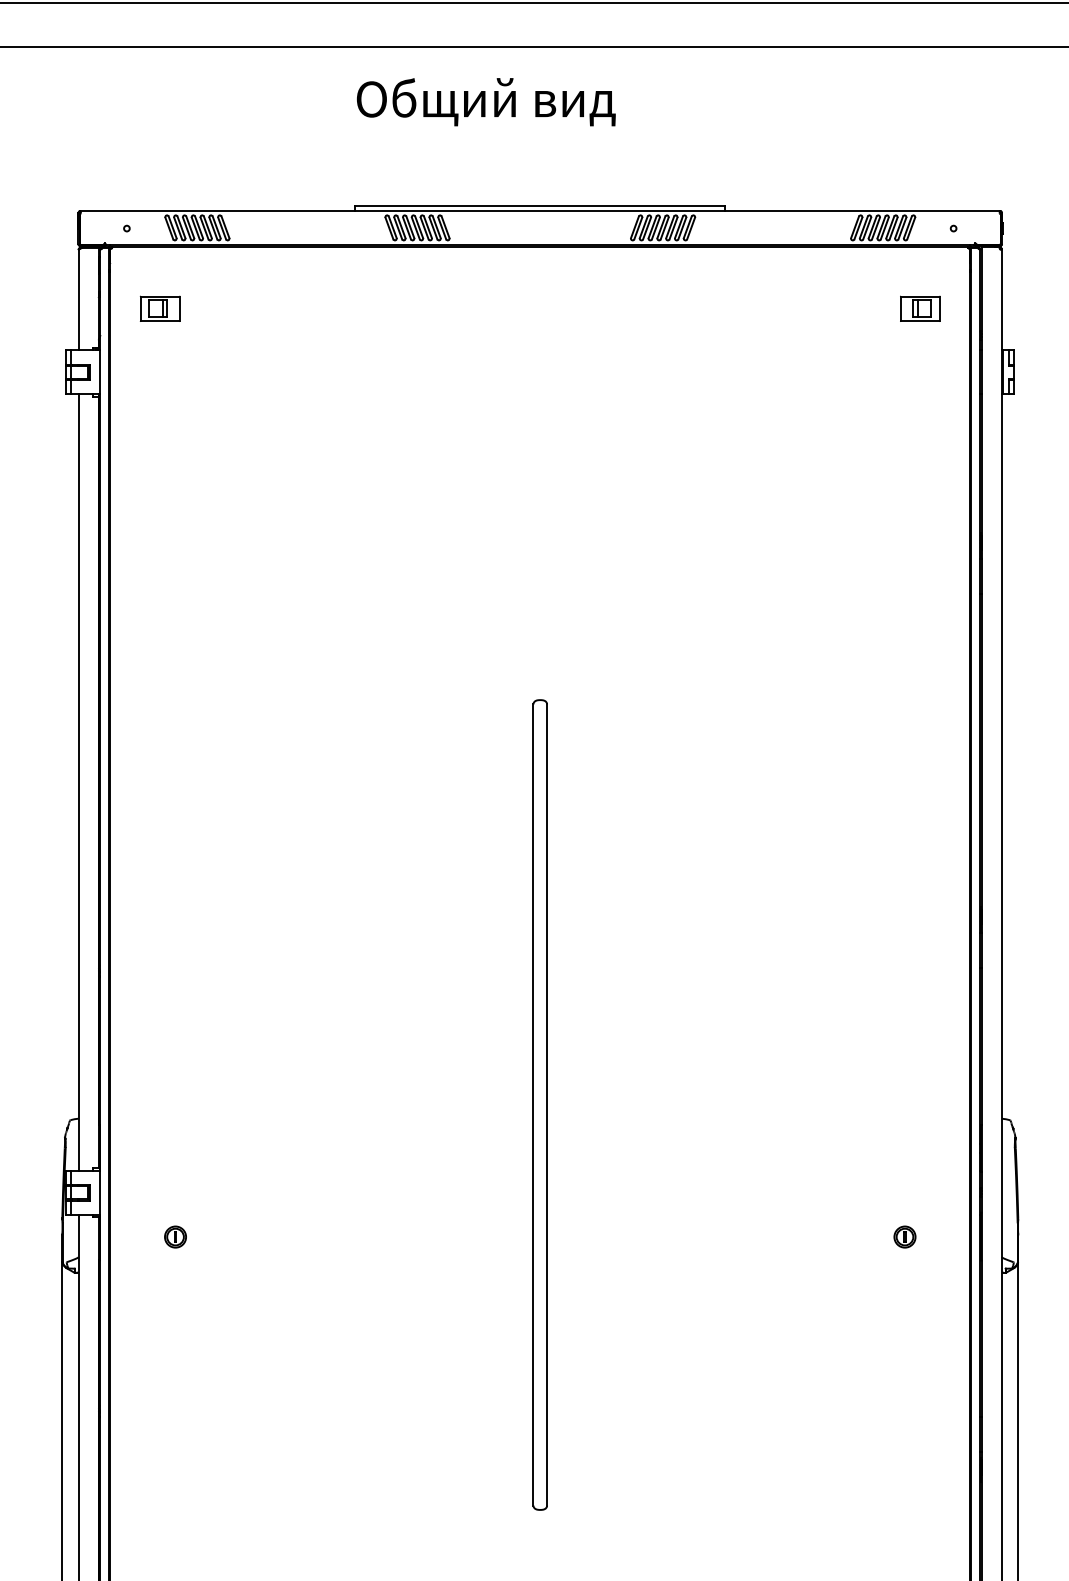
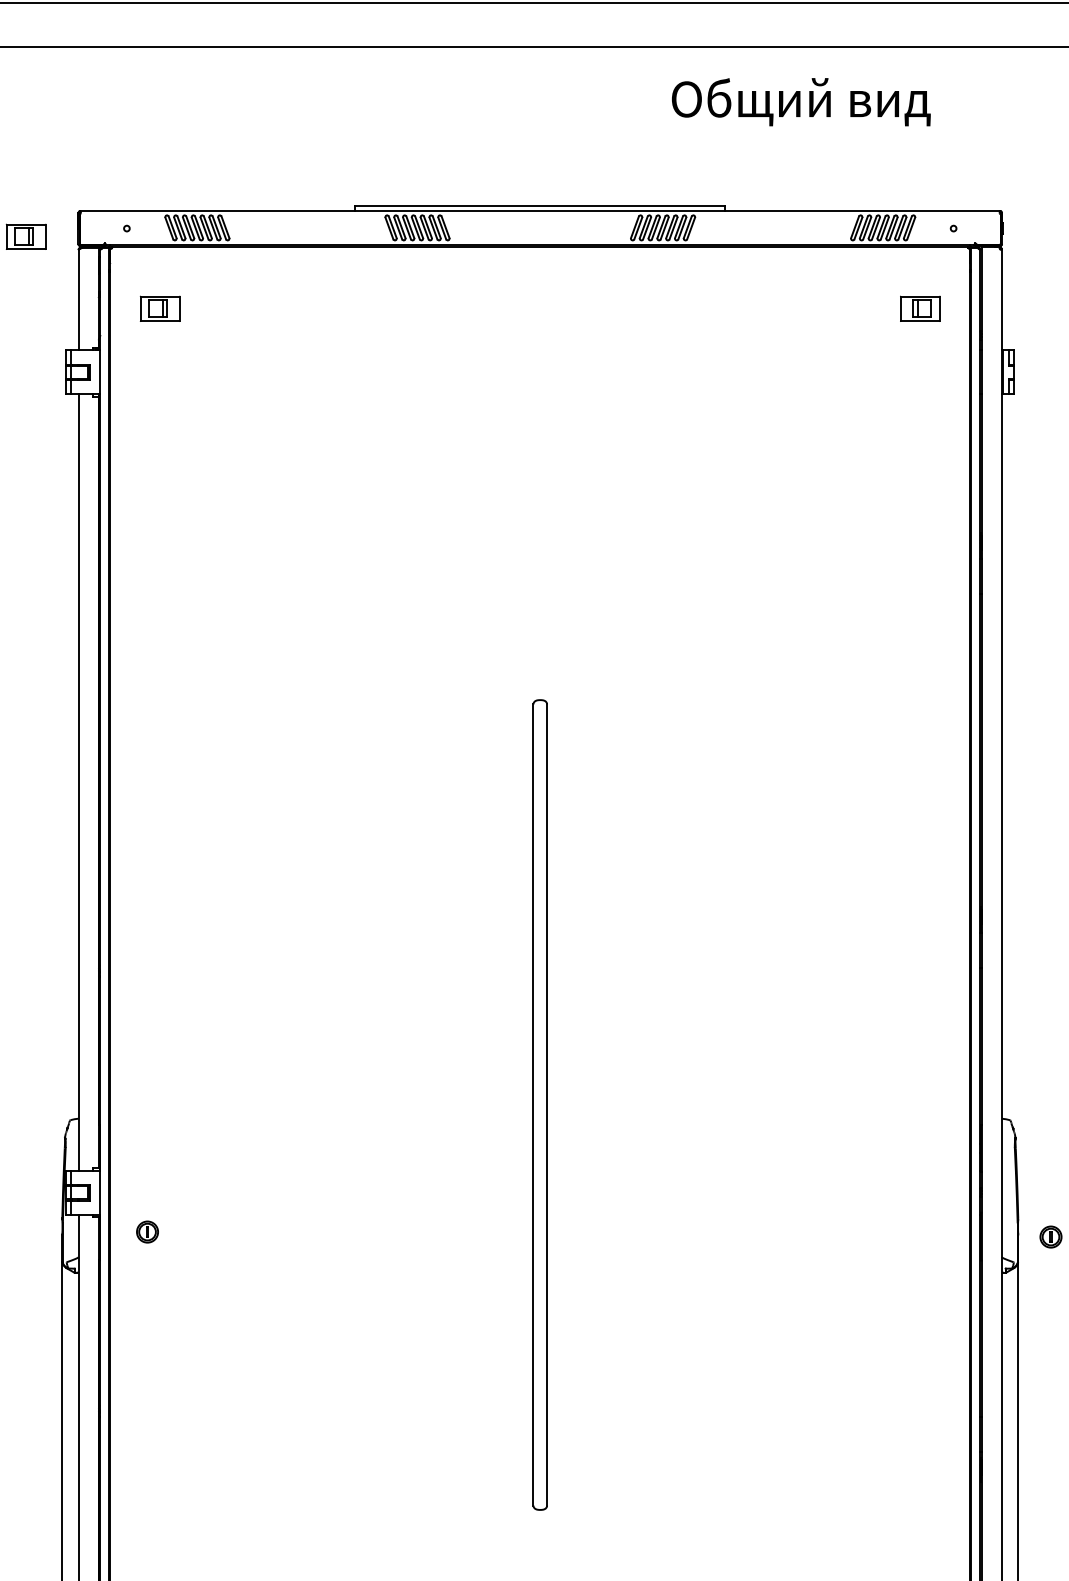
text at (486, 102) position: (486, 102) -> (801, 102)
part at (25, 236): none -> present
part at (175, 1236) position: (175, 1236) -> (147, 1231)
part at (904, 1236) position: (904, 1236) -> (1050, 1236)
